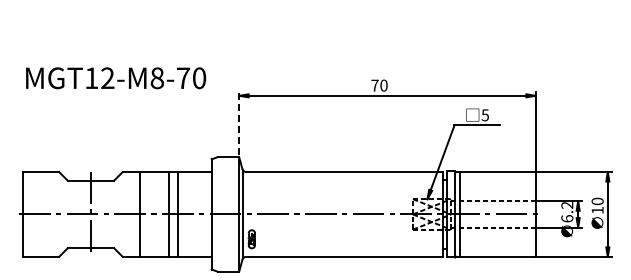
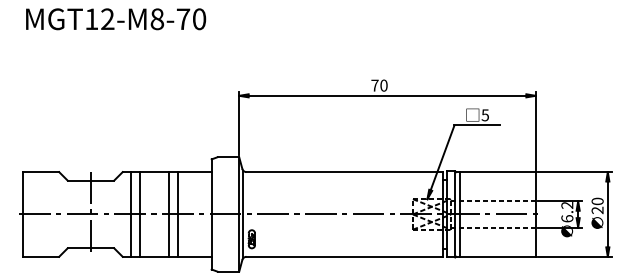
text at (116, 78) position: (116, 78) -> (116, 19)
line at (239, 123): dashed -> solid
text at (597, 210): 10 -> 20
line at (131, 214): none -> present
